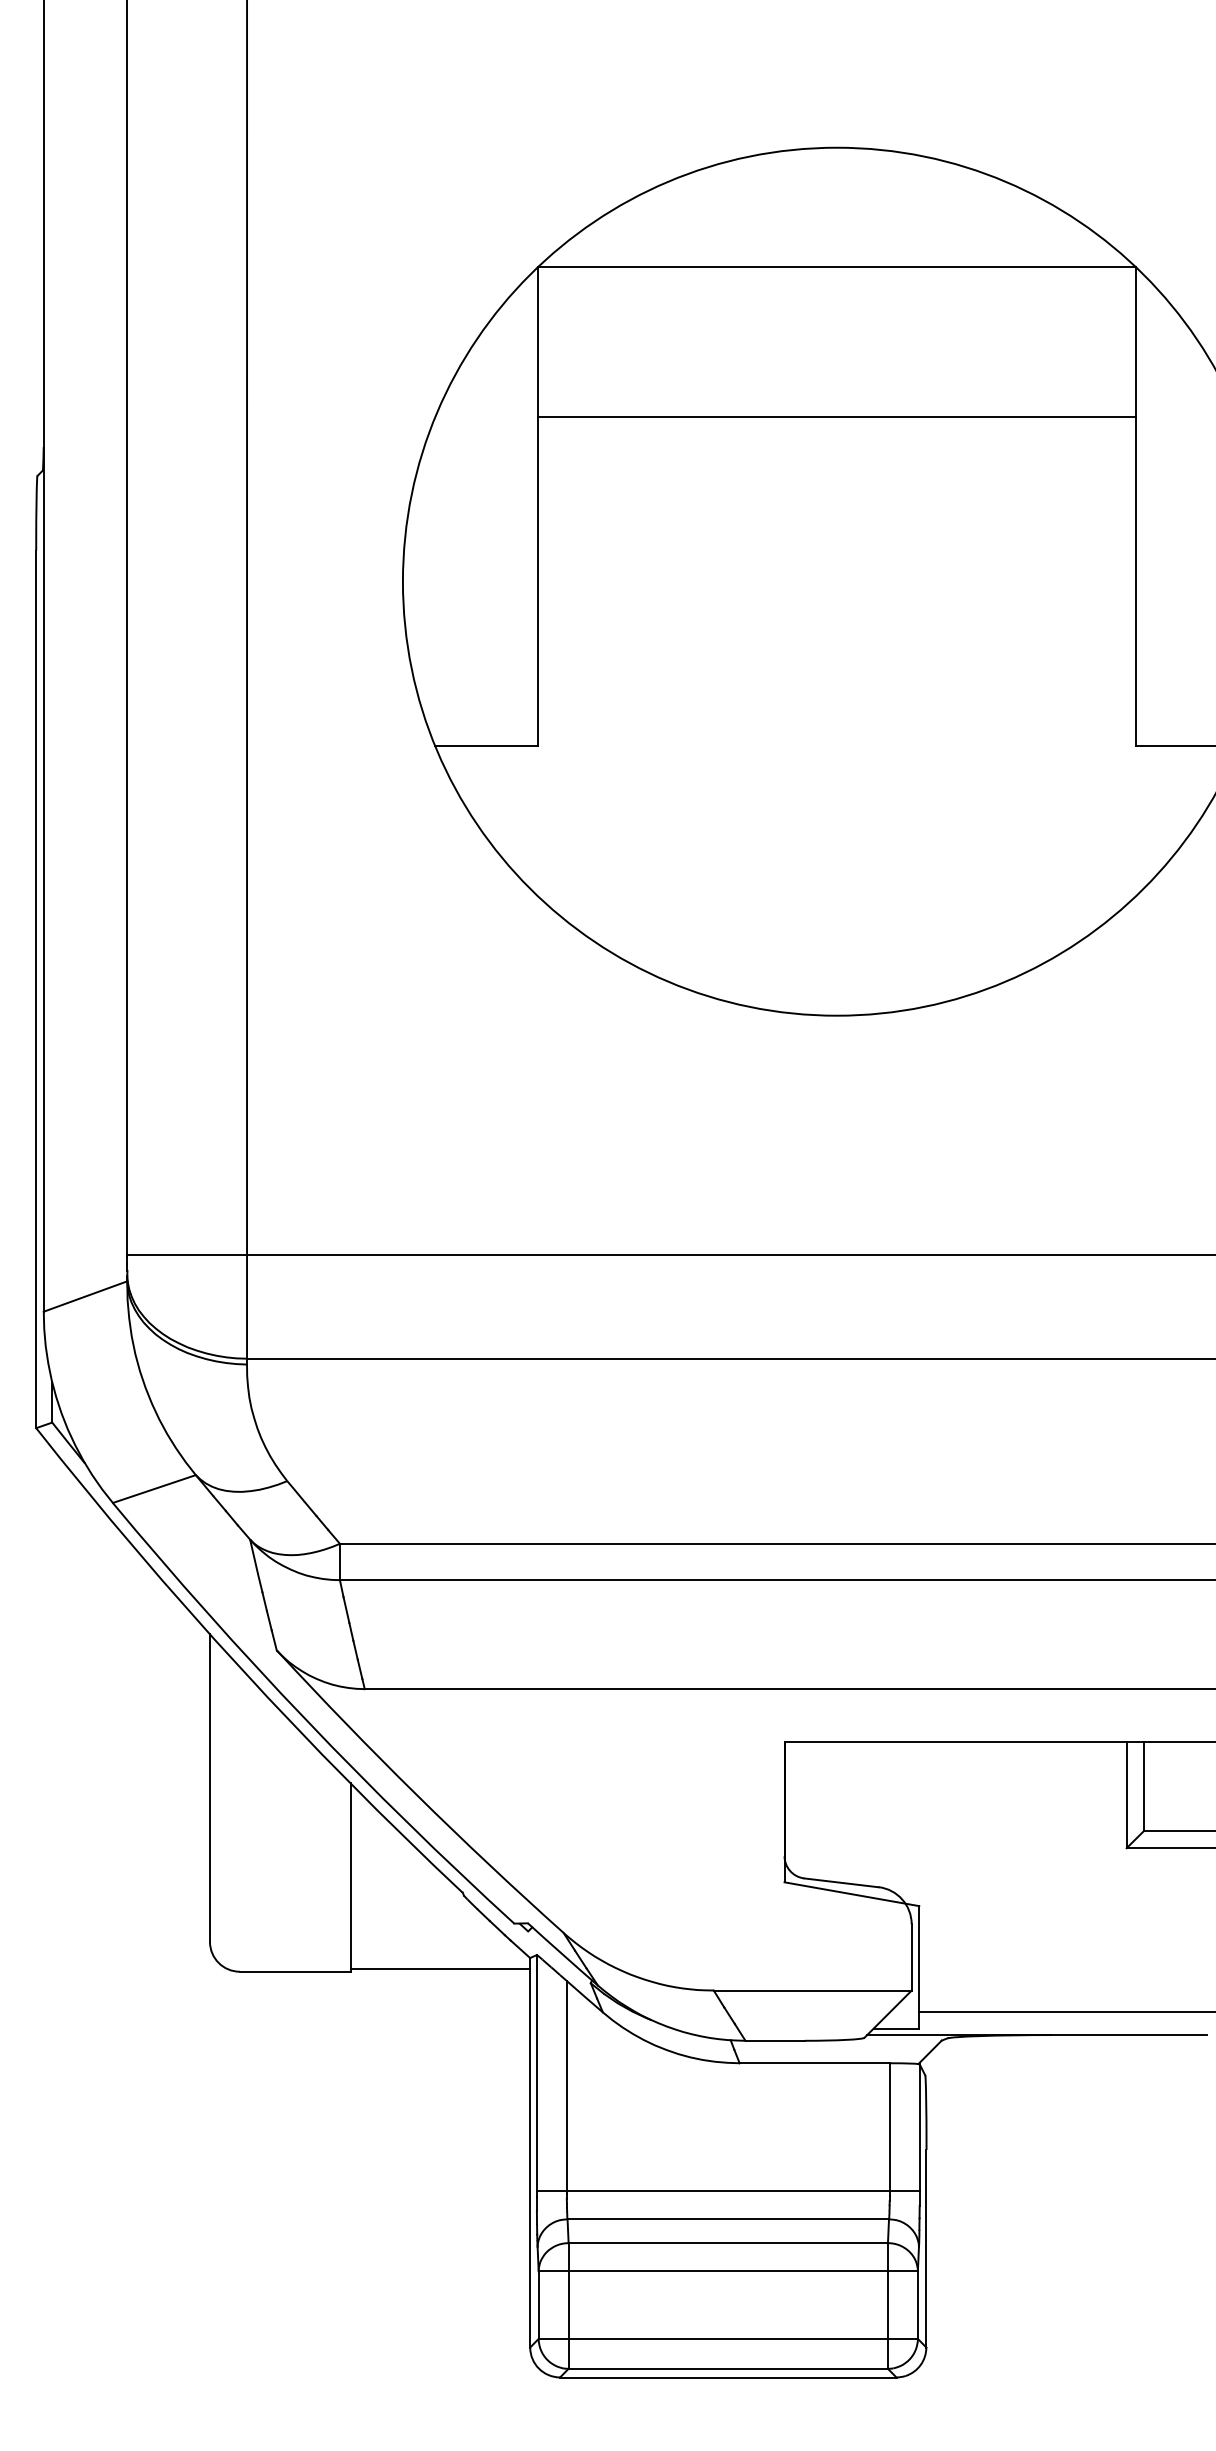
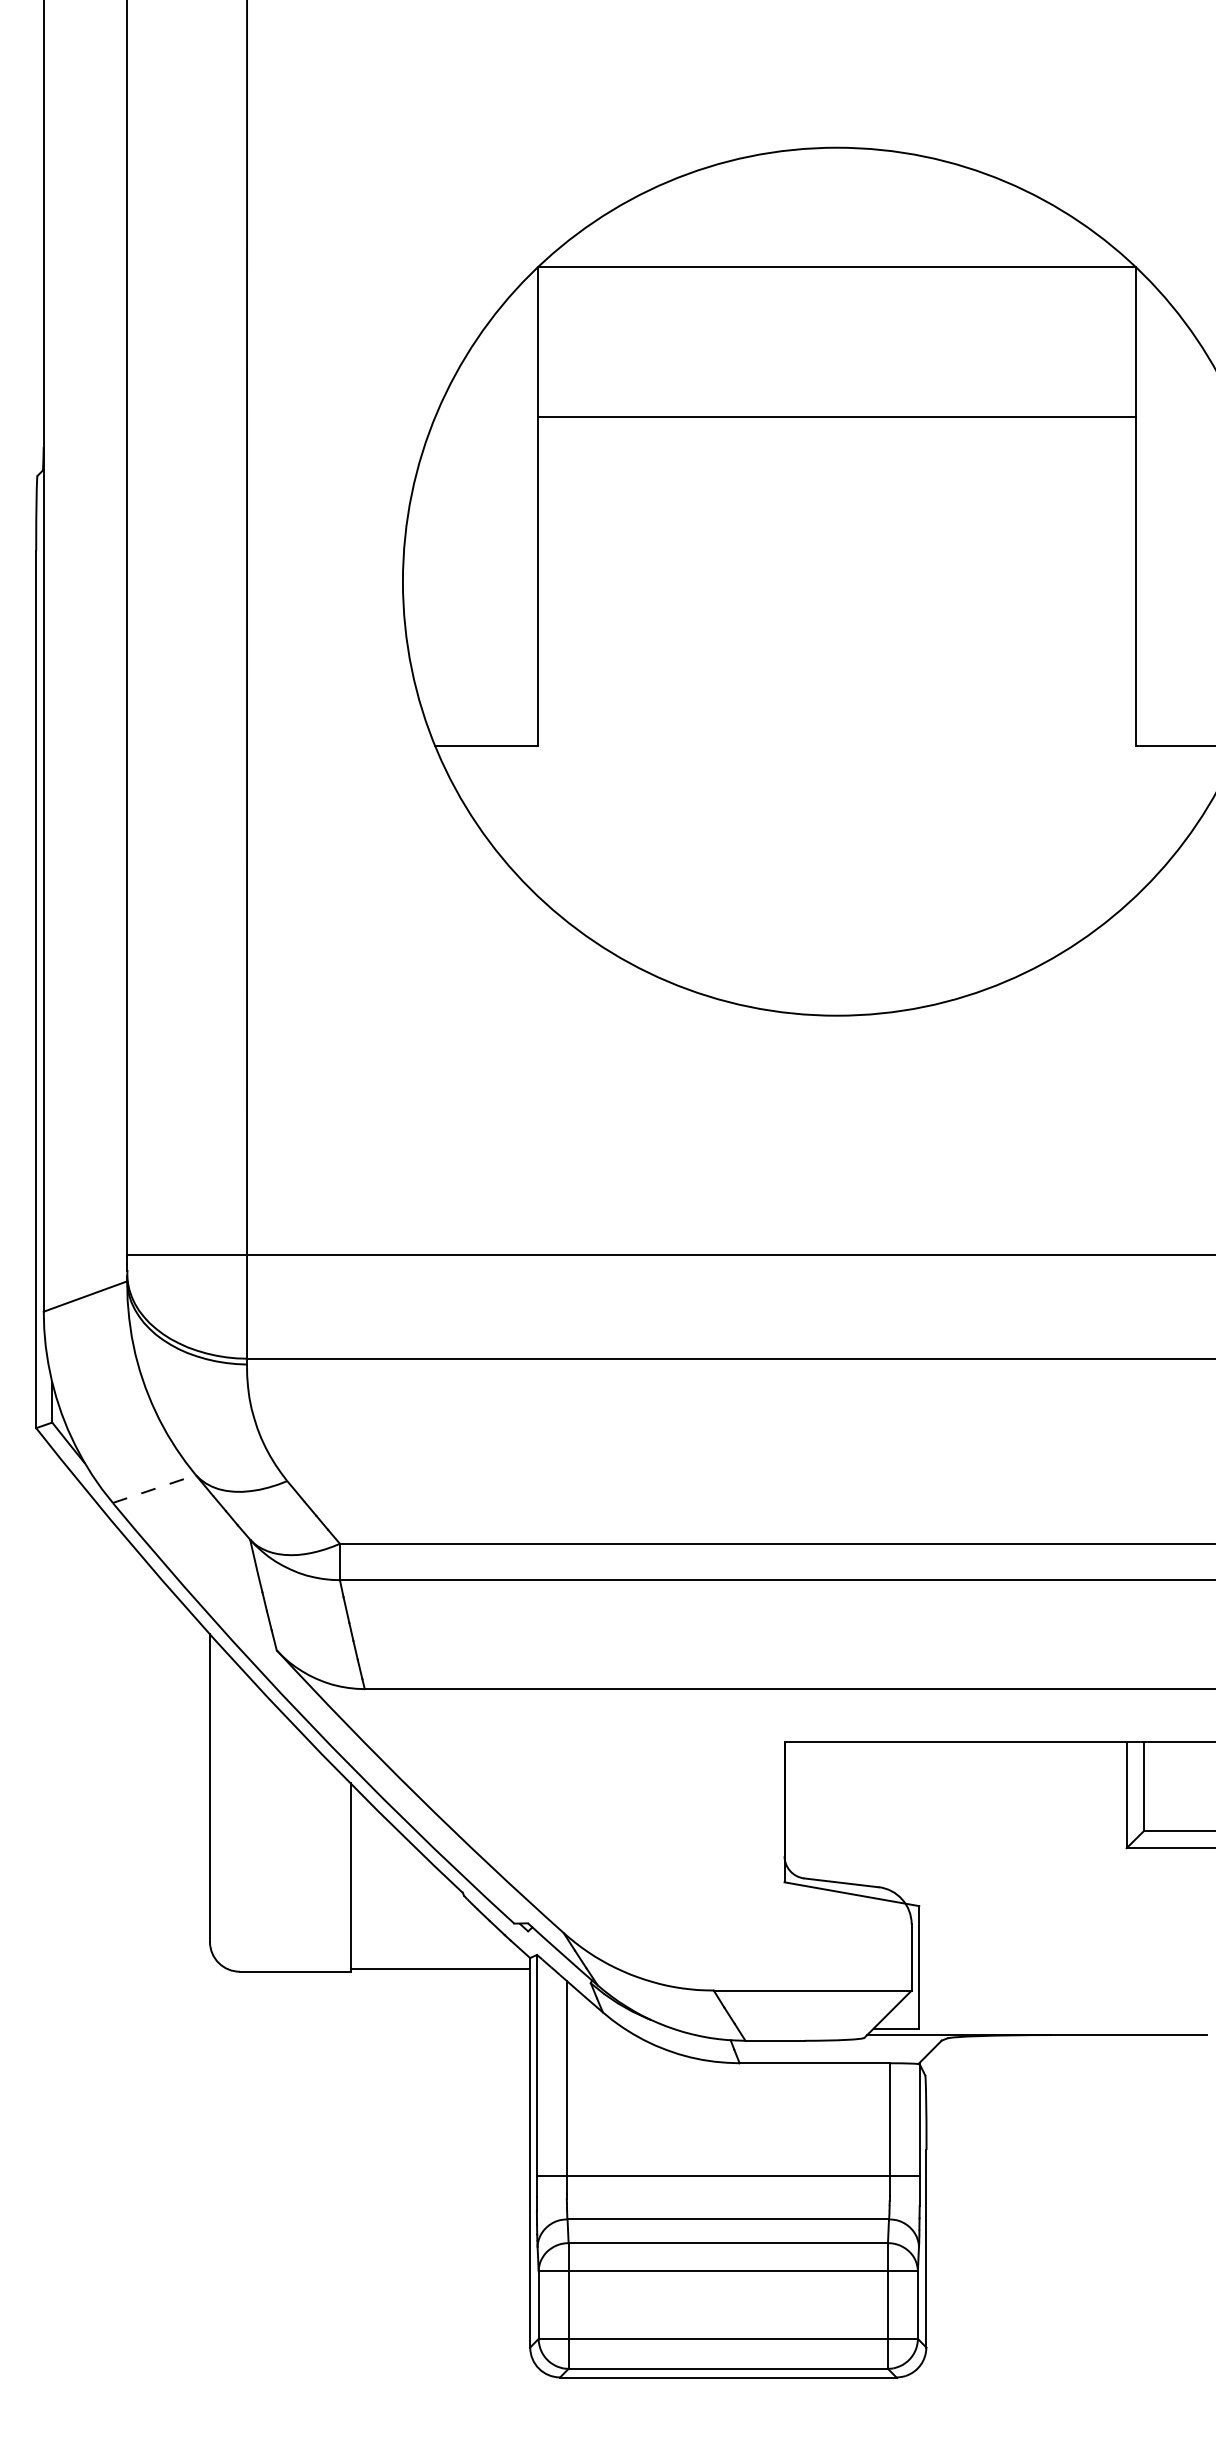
line at (154, 1489): solid -> dashed
line at (1065, 2011): present -> none
line at (727, 2191) position: (727, 2191) -> (727, 2176)
